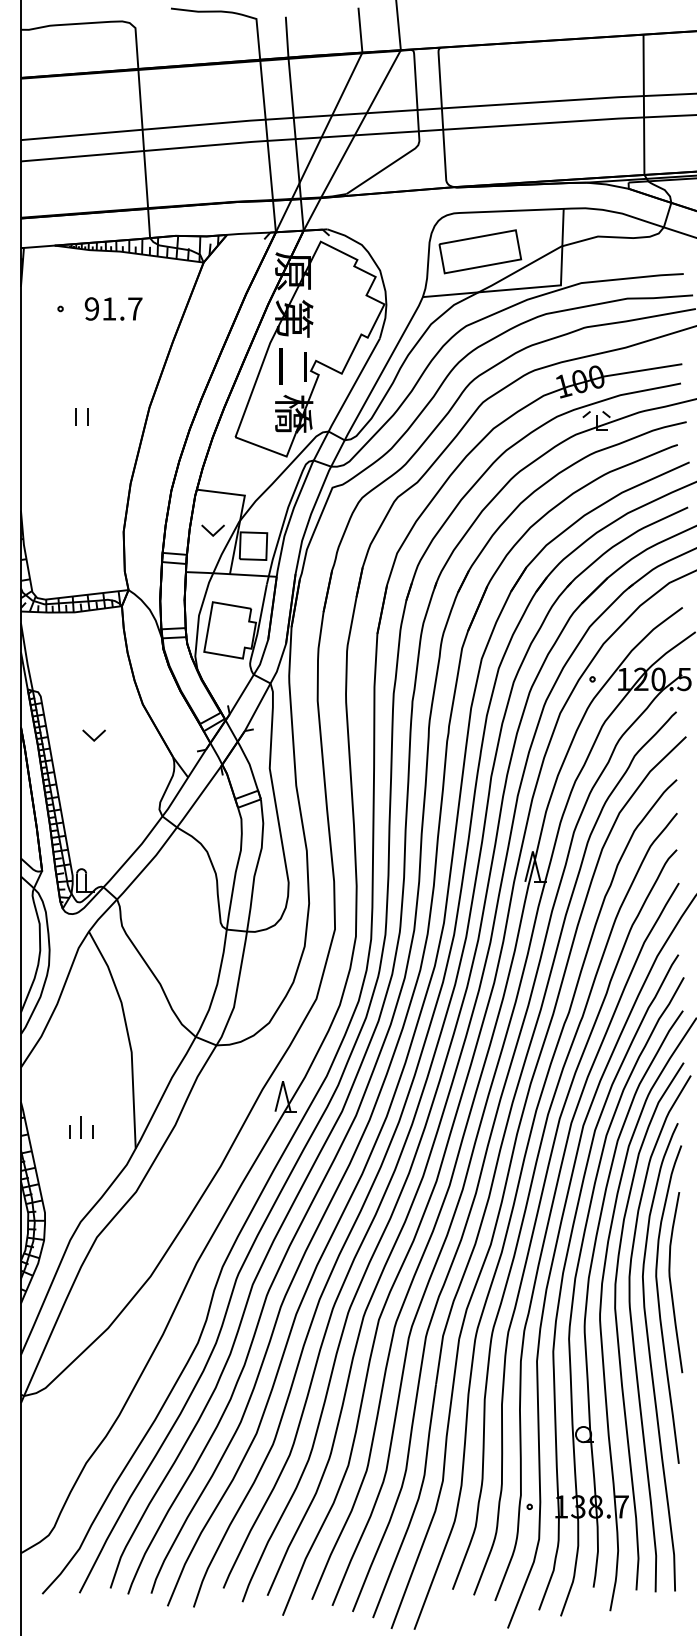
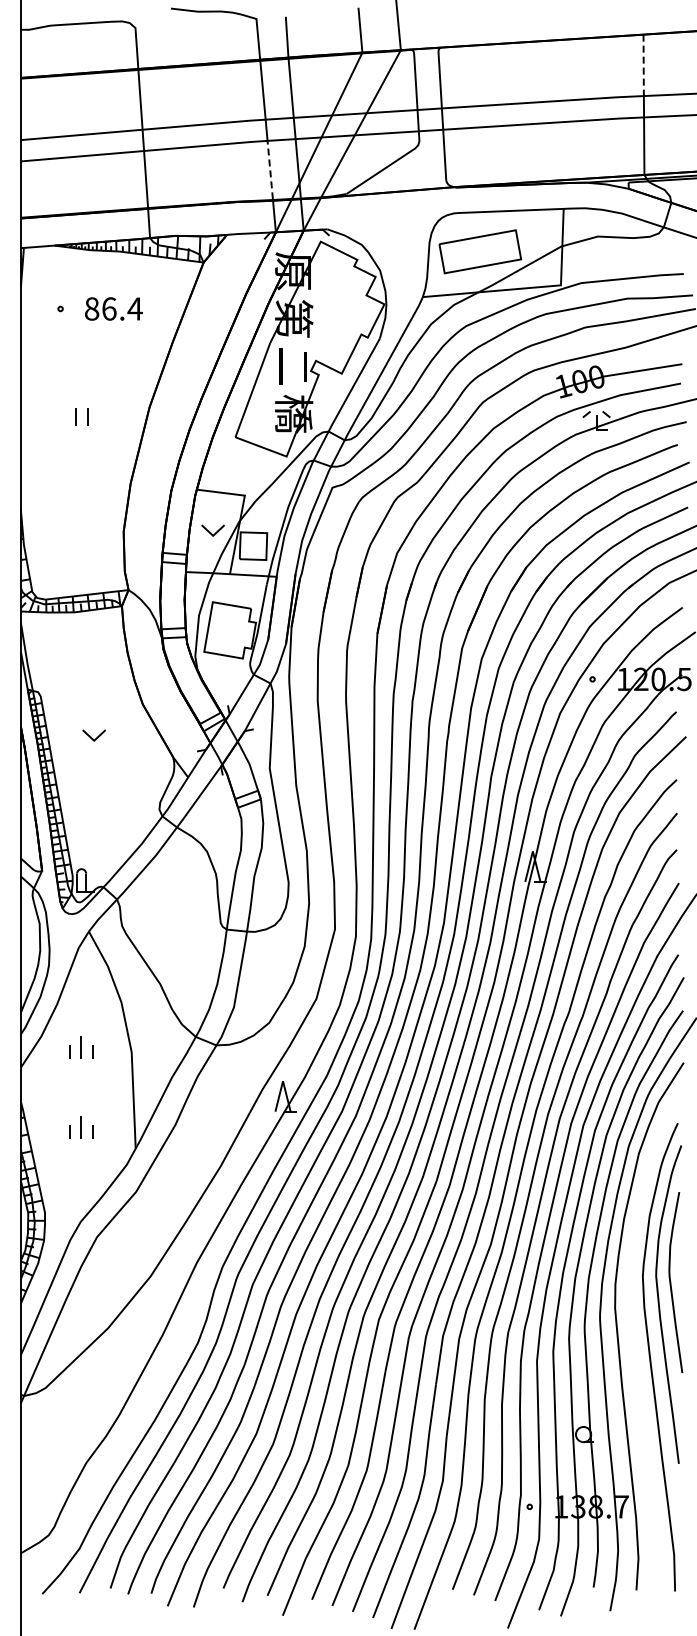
line at (643, 65): solid -> dashed
line at (270, 169): solid -> dashed
text at (113, 308): 91.7 -> 86.4
part at (81, 1047): none -> present
curve at (633, 1333): present -> none
